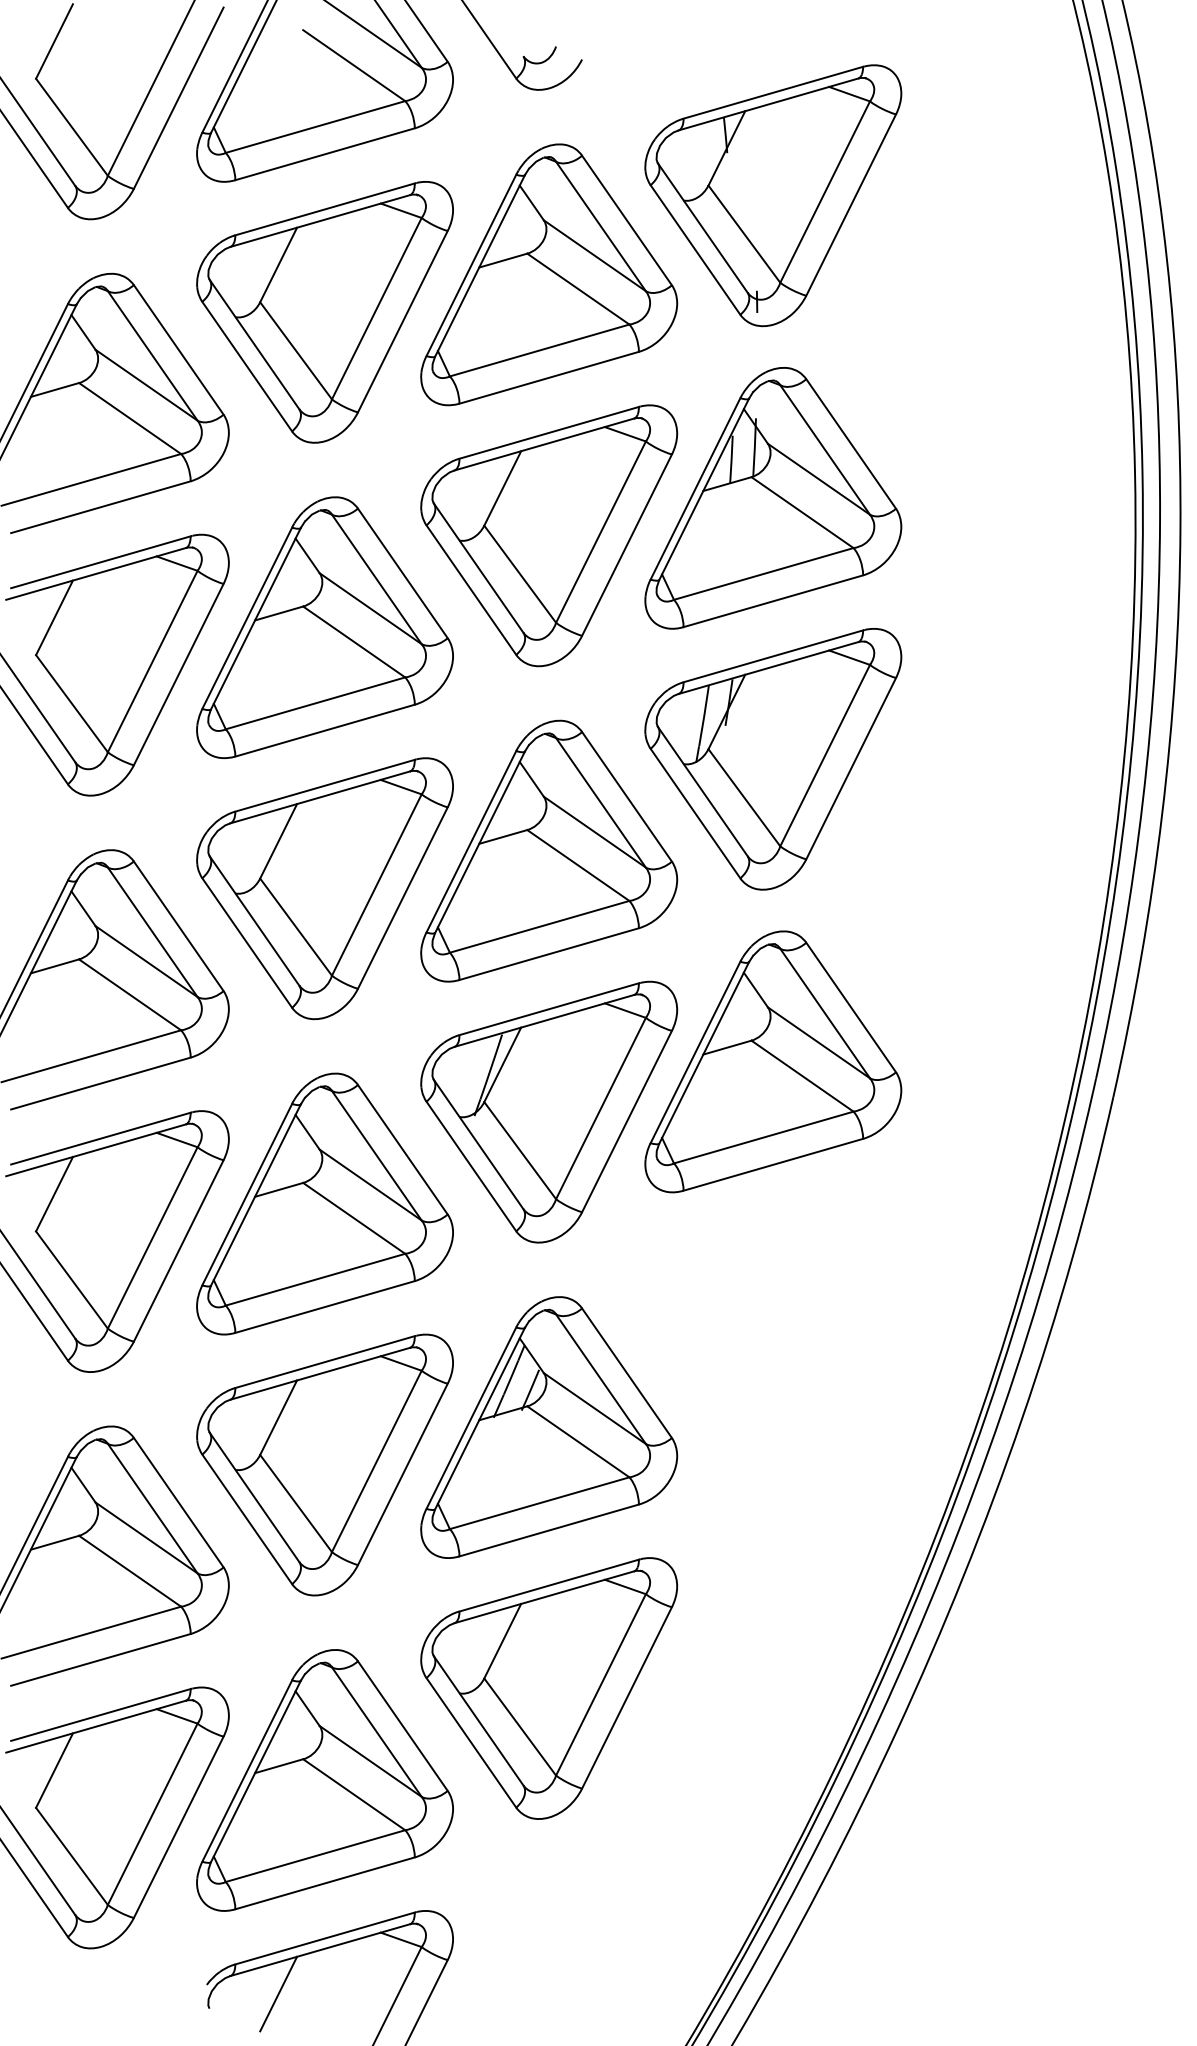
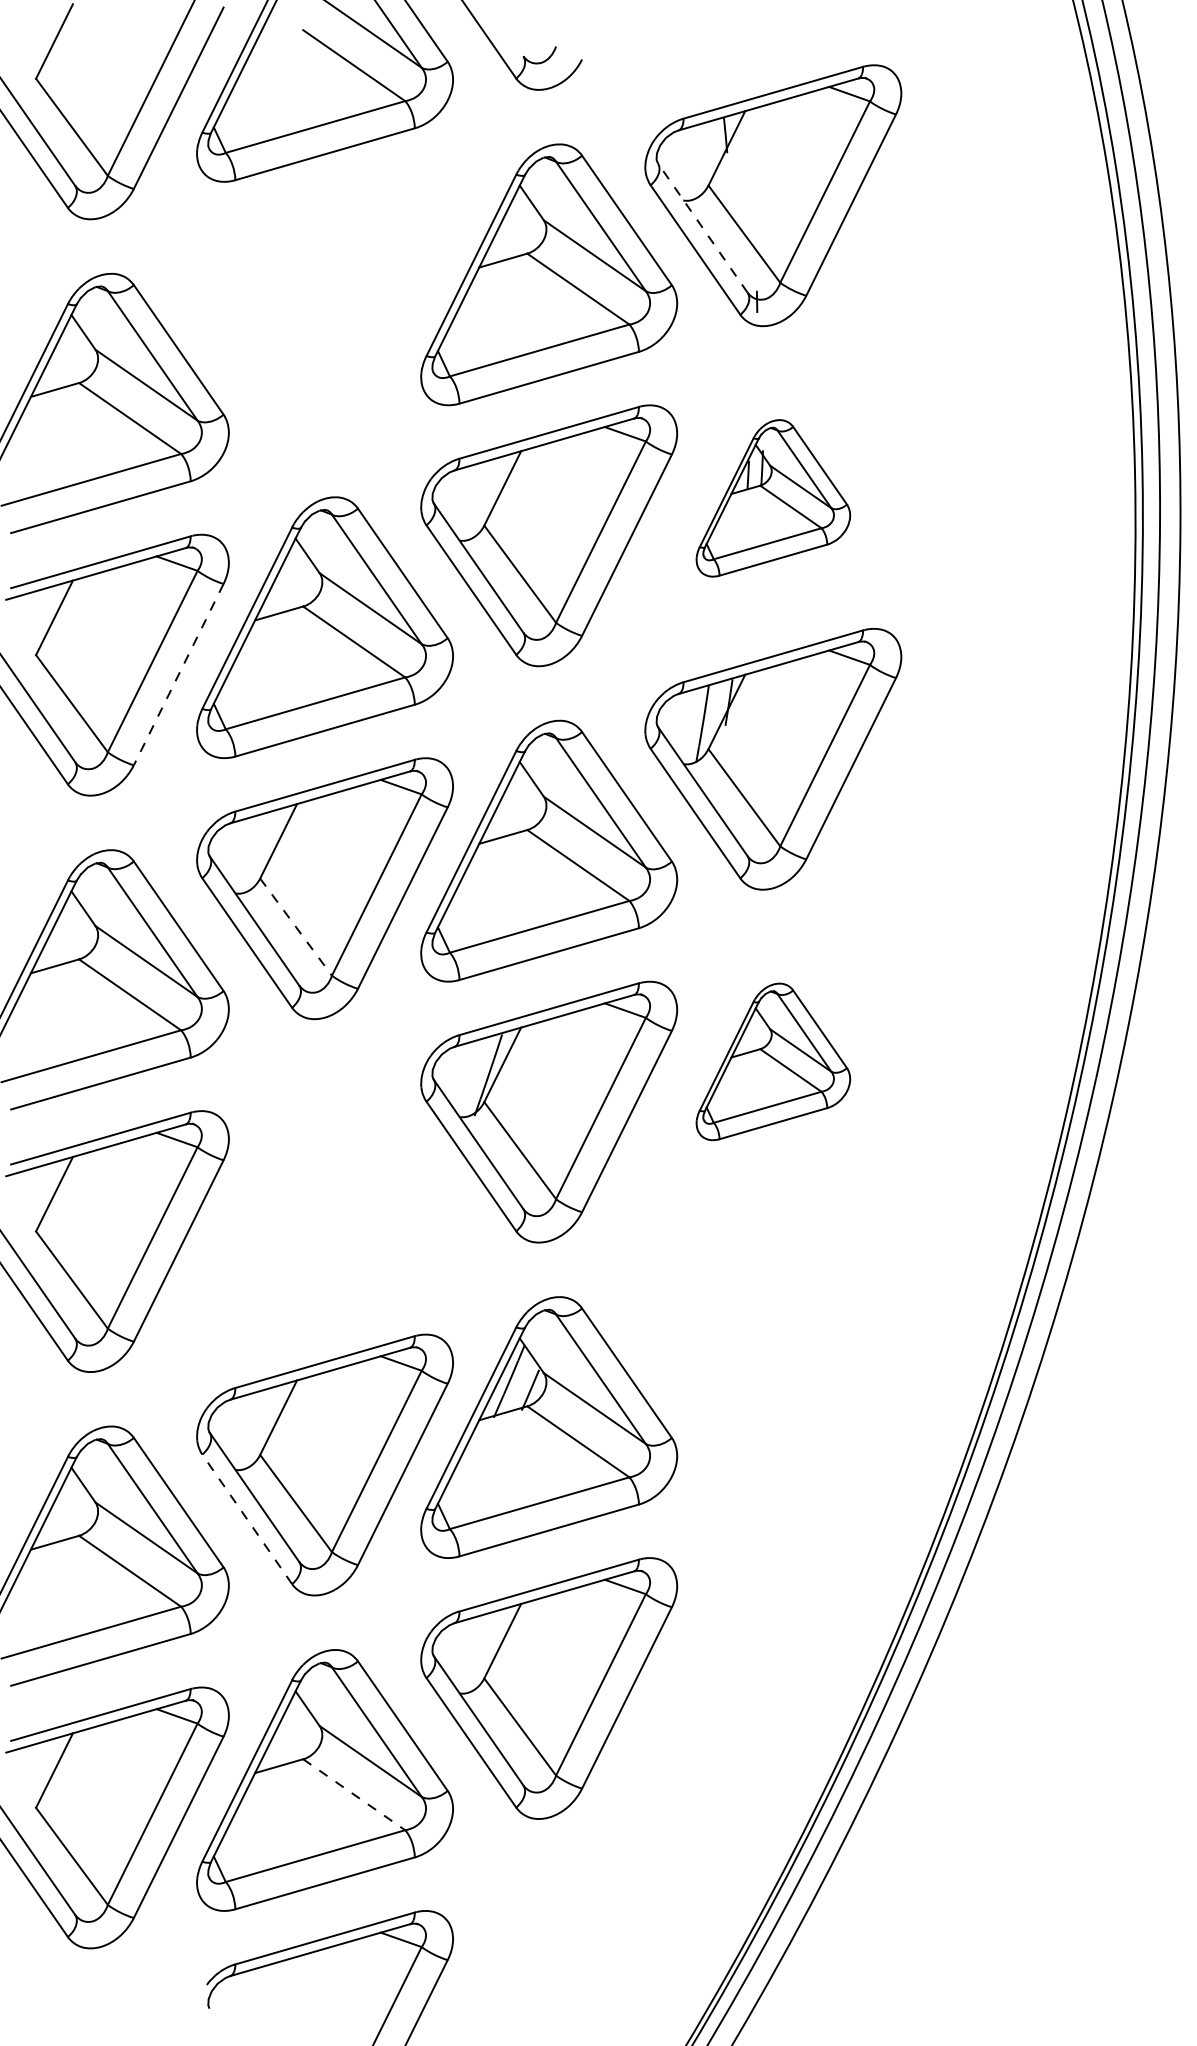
line at (702, 227): solid -> dashed
part at (324, 312): present -> none
part at (773, 498) size: 259x263 px -> 157x159 px
line at (178, 675): solid -> dashed
line at (296, 927): solid -> dashed
part at (773, 1061) size: 259x264 px -> 157x160 px
part at (324, 1203): present -> none
line at (247, 1519): solid -> dashed
line at (354, 1795): solid -> dashed
line at (278, 1993): present -> none
